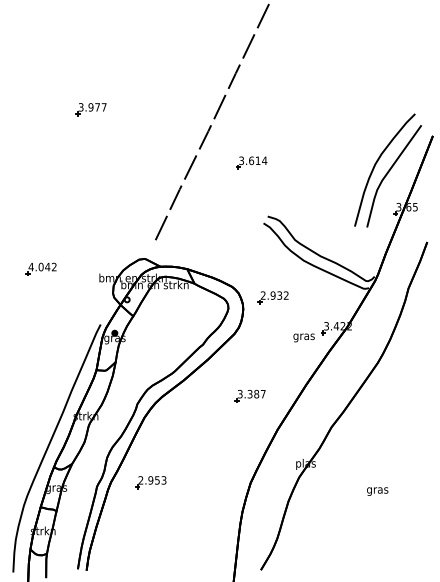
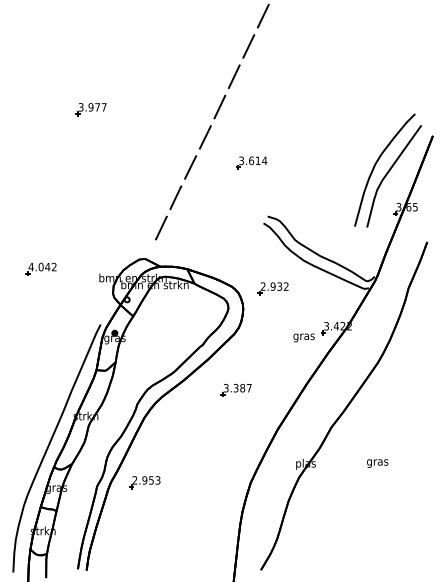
part at (272, 297) position: (272, 297) -> (272, 288)
part at (249, 396) position: (249, 396) -> (235, 390)
part at (150, 482) position: (150, 482) -> (144, 482)
text at (377, 491) position: (377, 491) -> (377, 463)
